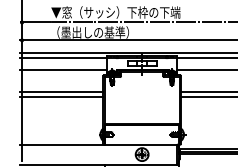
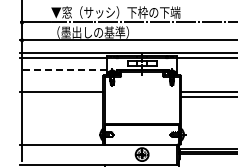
line at (63, 70): solid -> dashed
line at (205, 70): present -> none
line at (61, 96): present -> none
